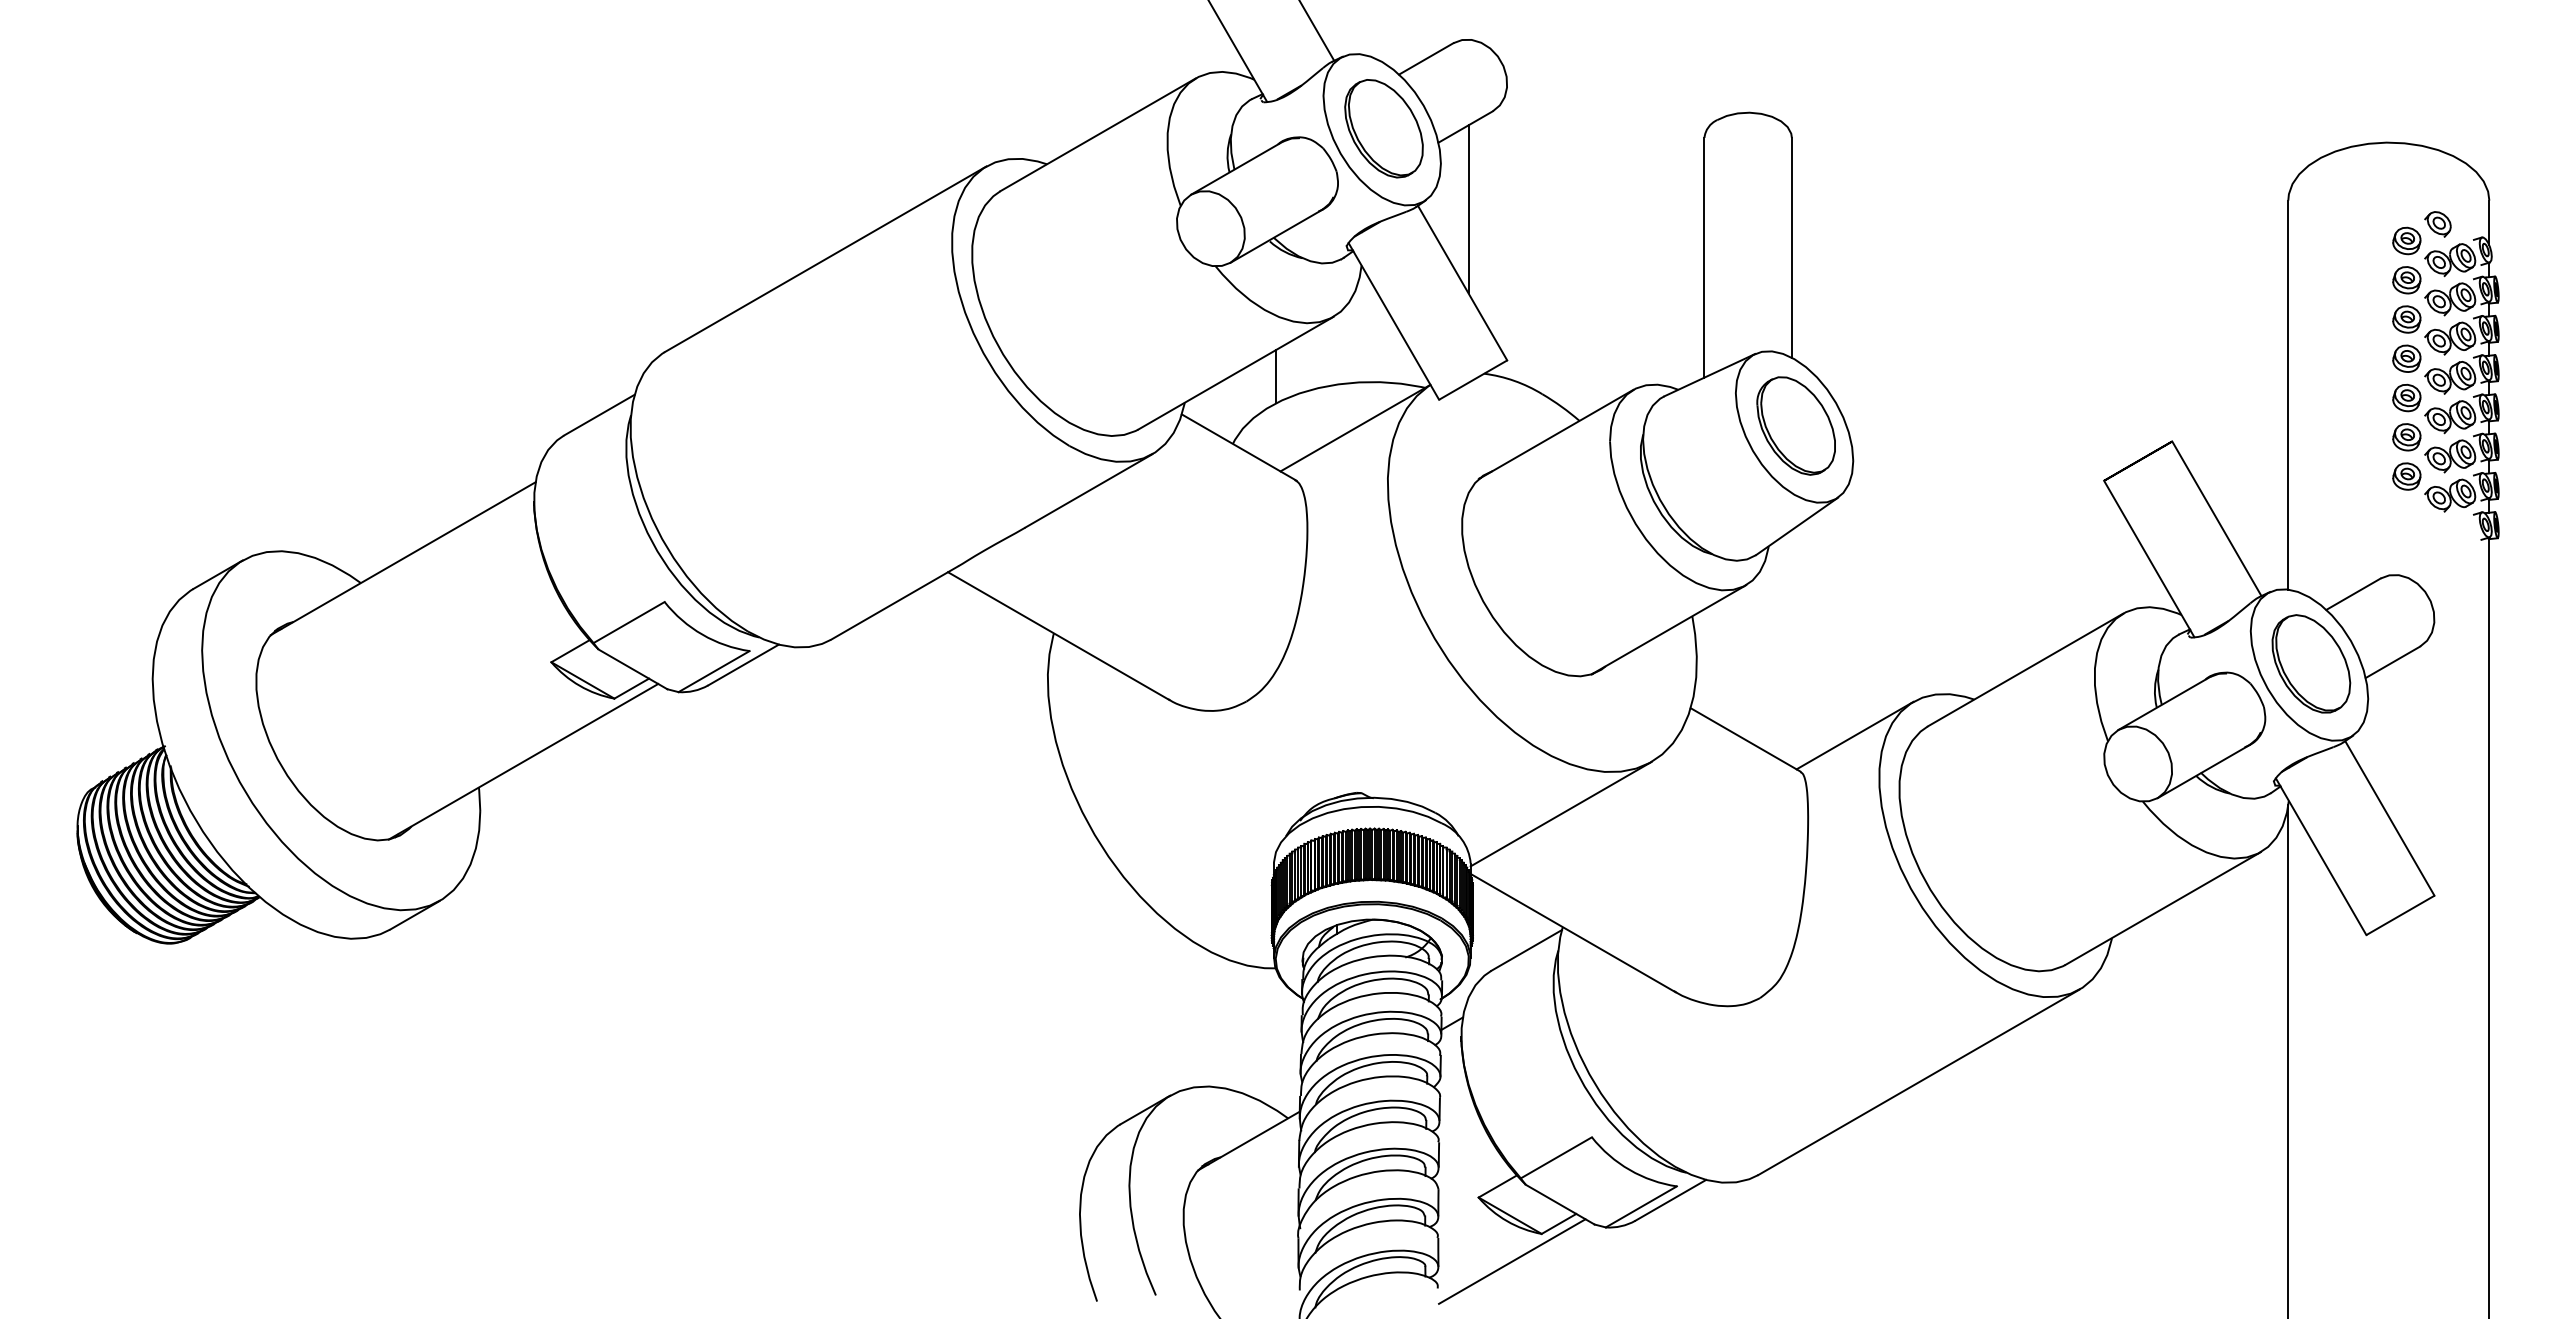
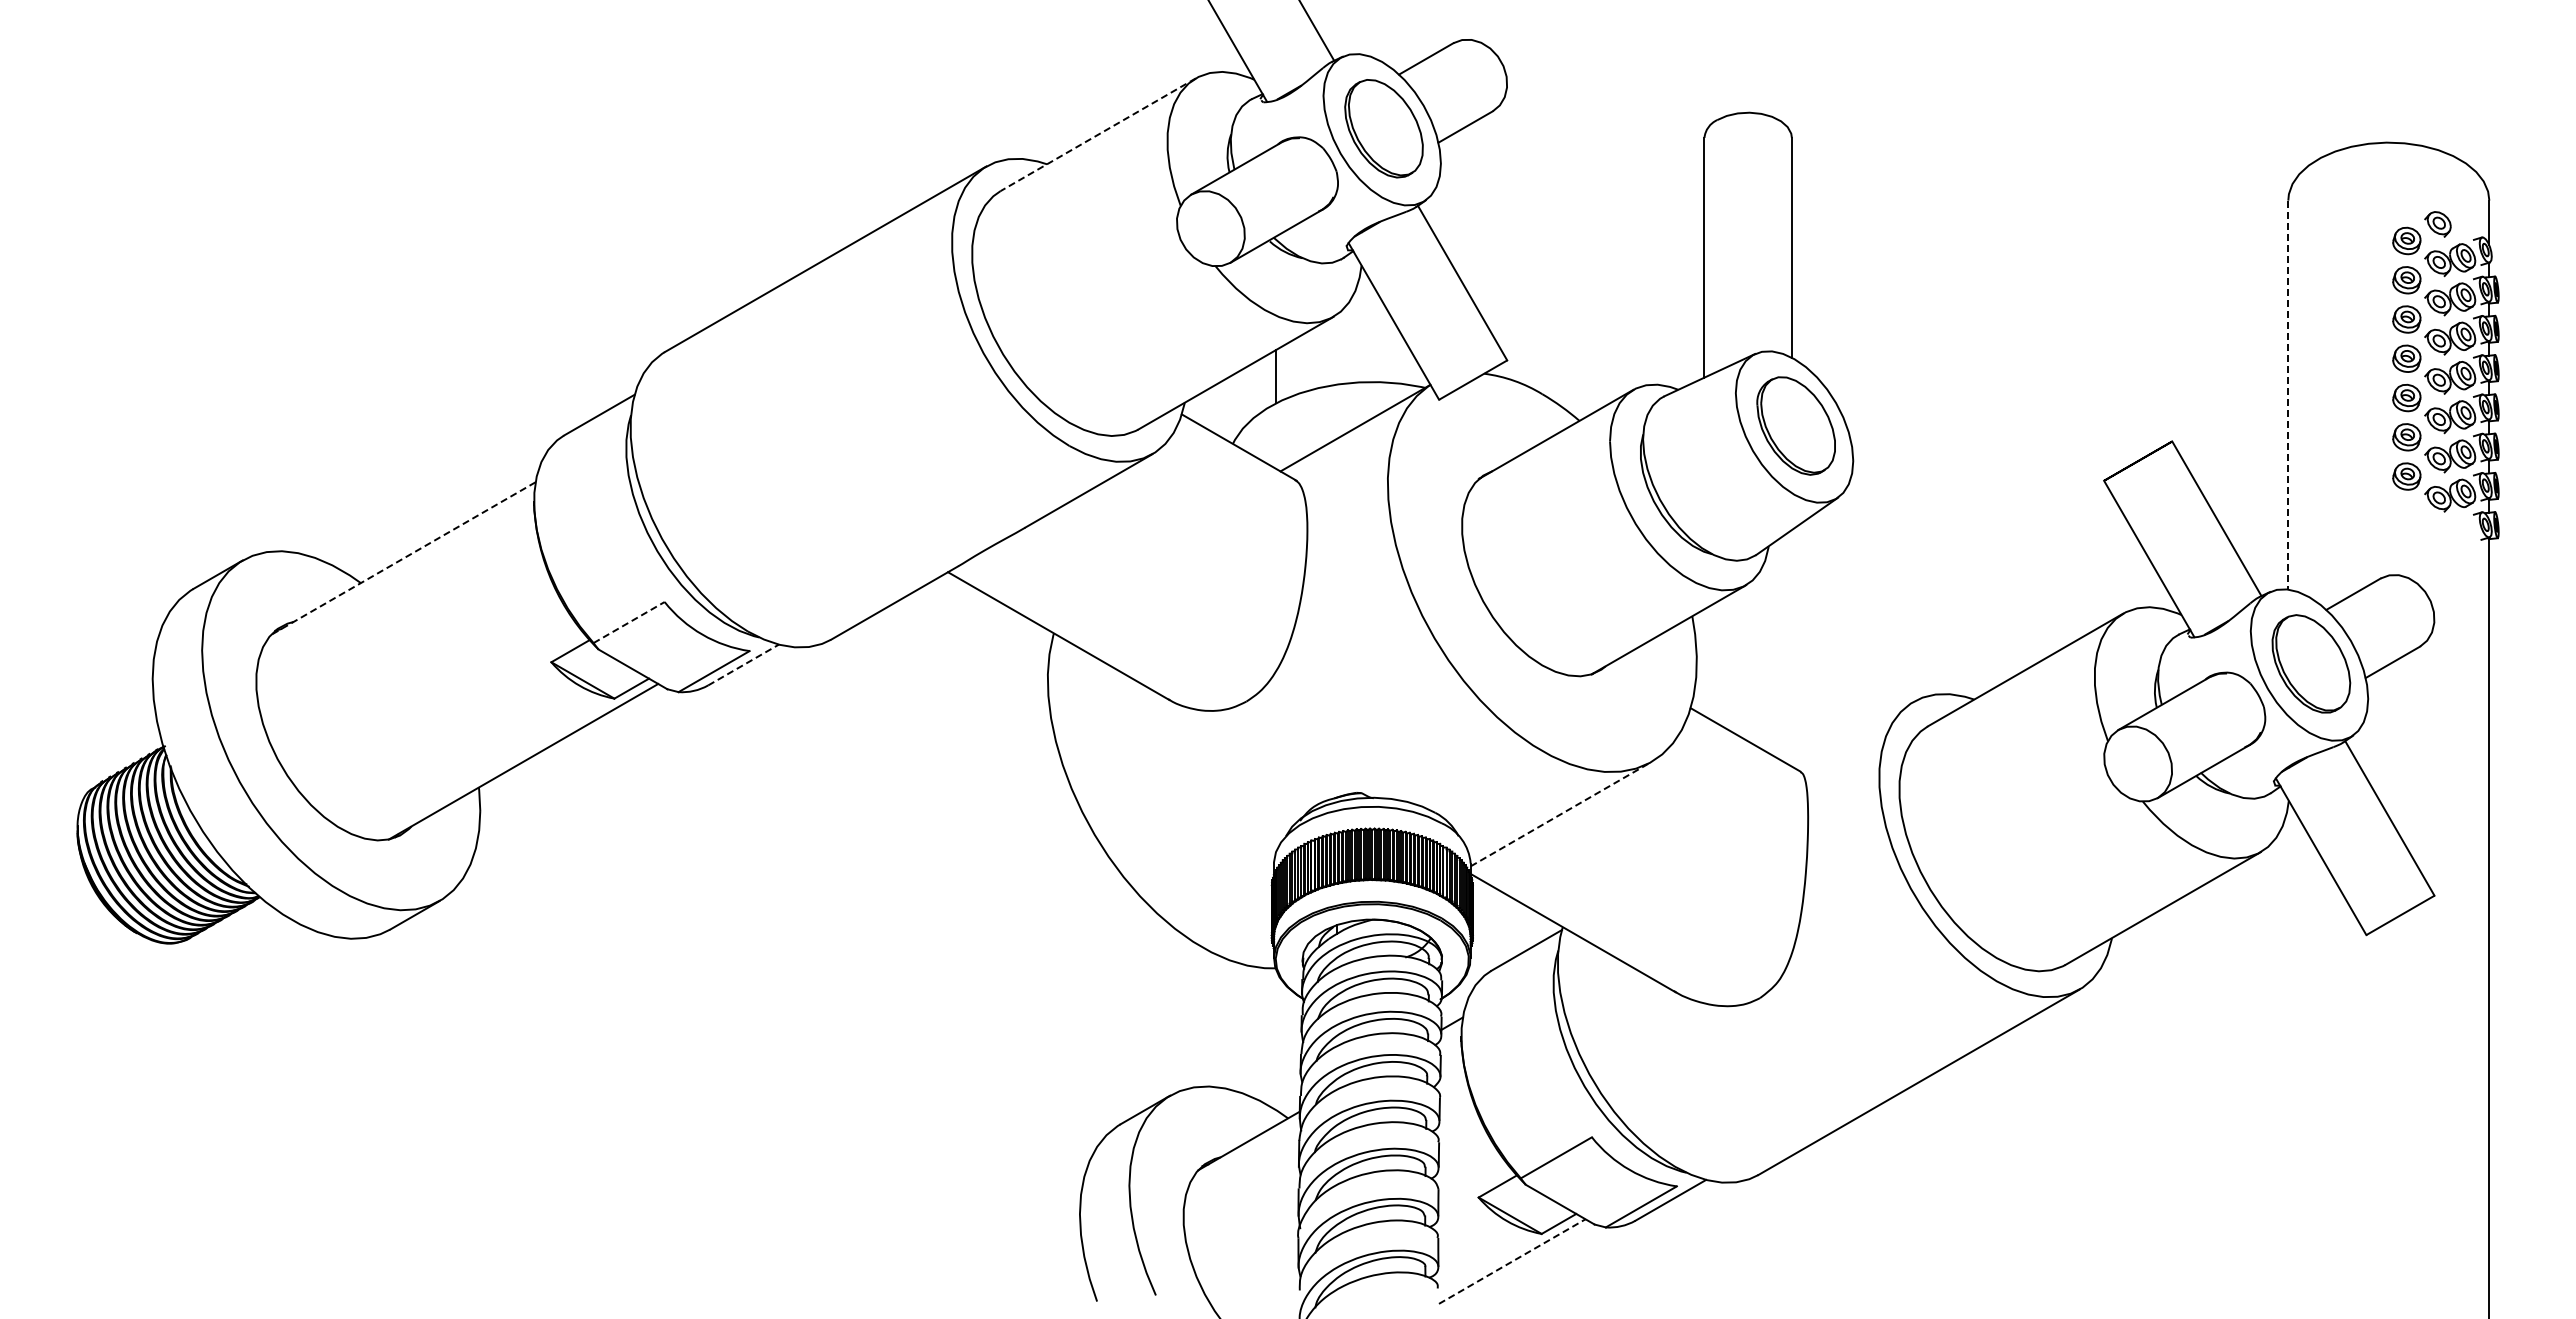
line at (1098, 134): solid -> dashed
line at (1468, 209): present -> none
line at (2288, 395): solid -> dashed
line at (403, 558): solid -> dashed
line at (629, 622): solid -> dashed
line at (743, 665): solid -> dashed
line at (1854, 735): present -> none
line at (1561, 813): solid -> dashed
line at (2288, 1060): present -> none
line at (1512, 1261): solid -> dashed
